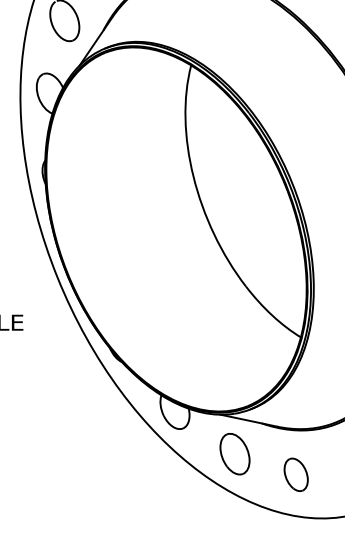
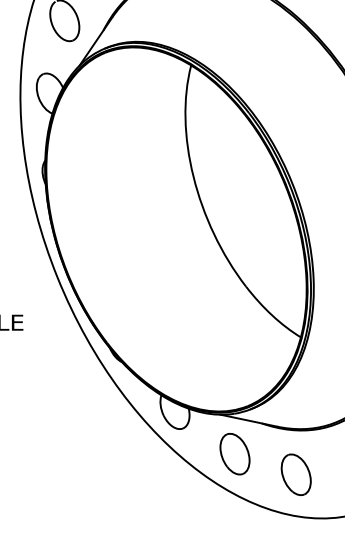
part at (295, 474) size: 26x35 px -> 32x44 px
